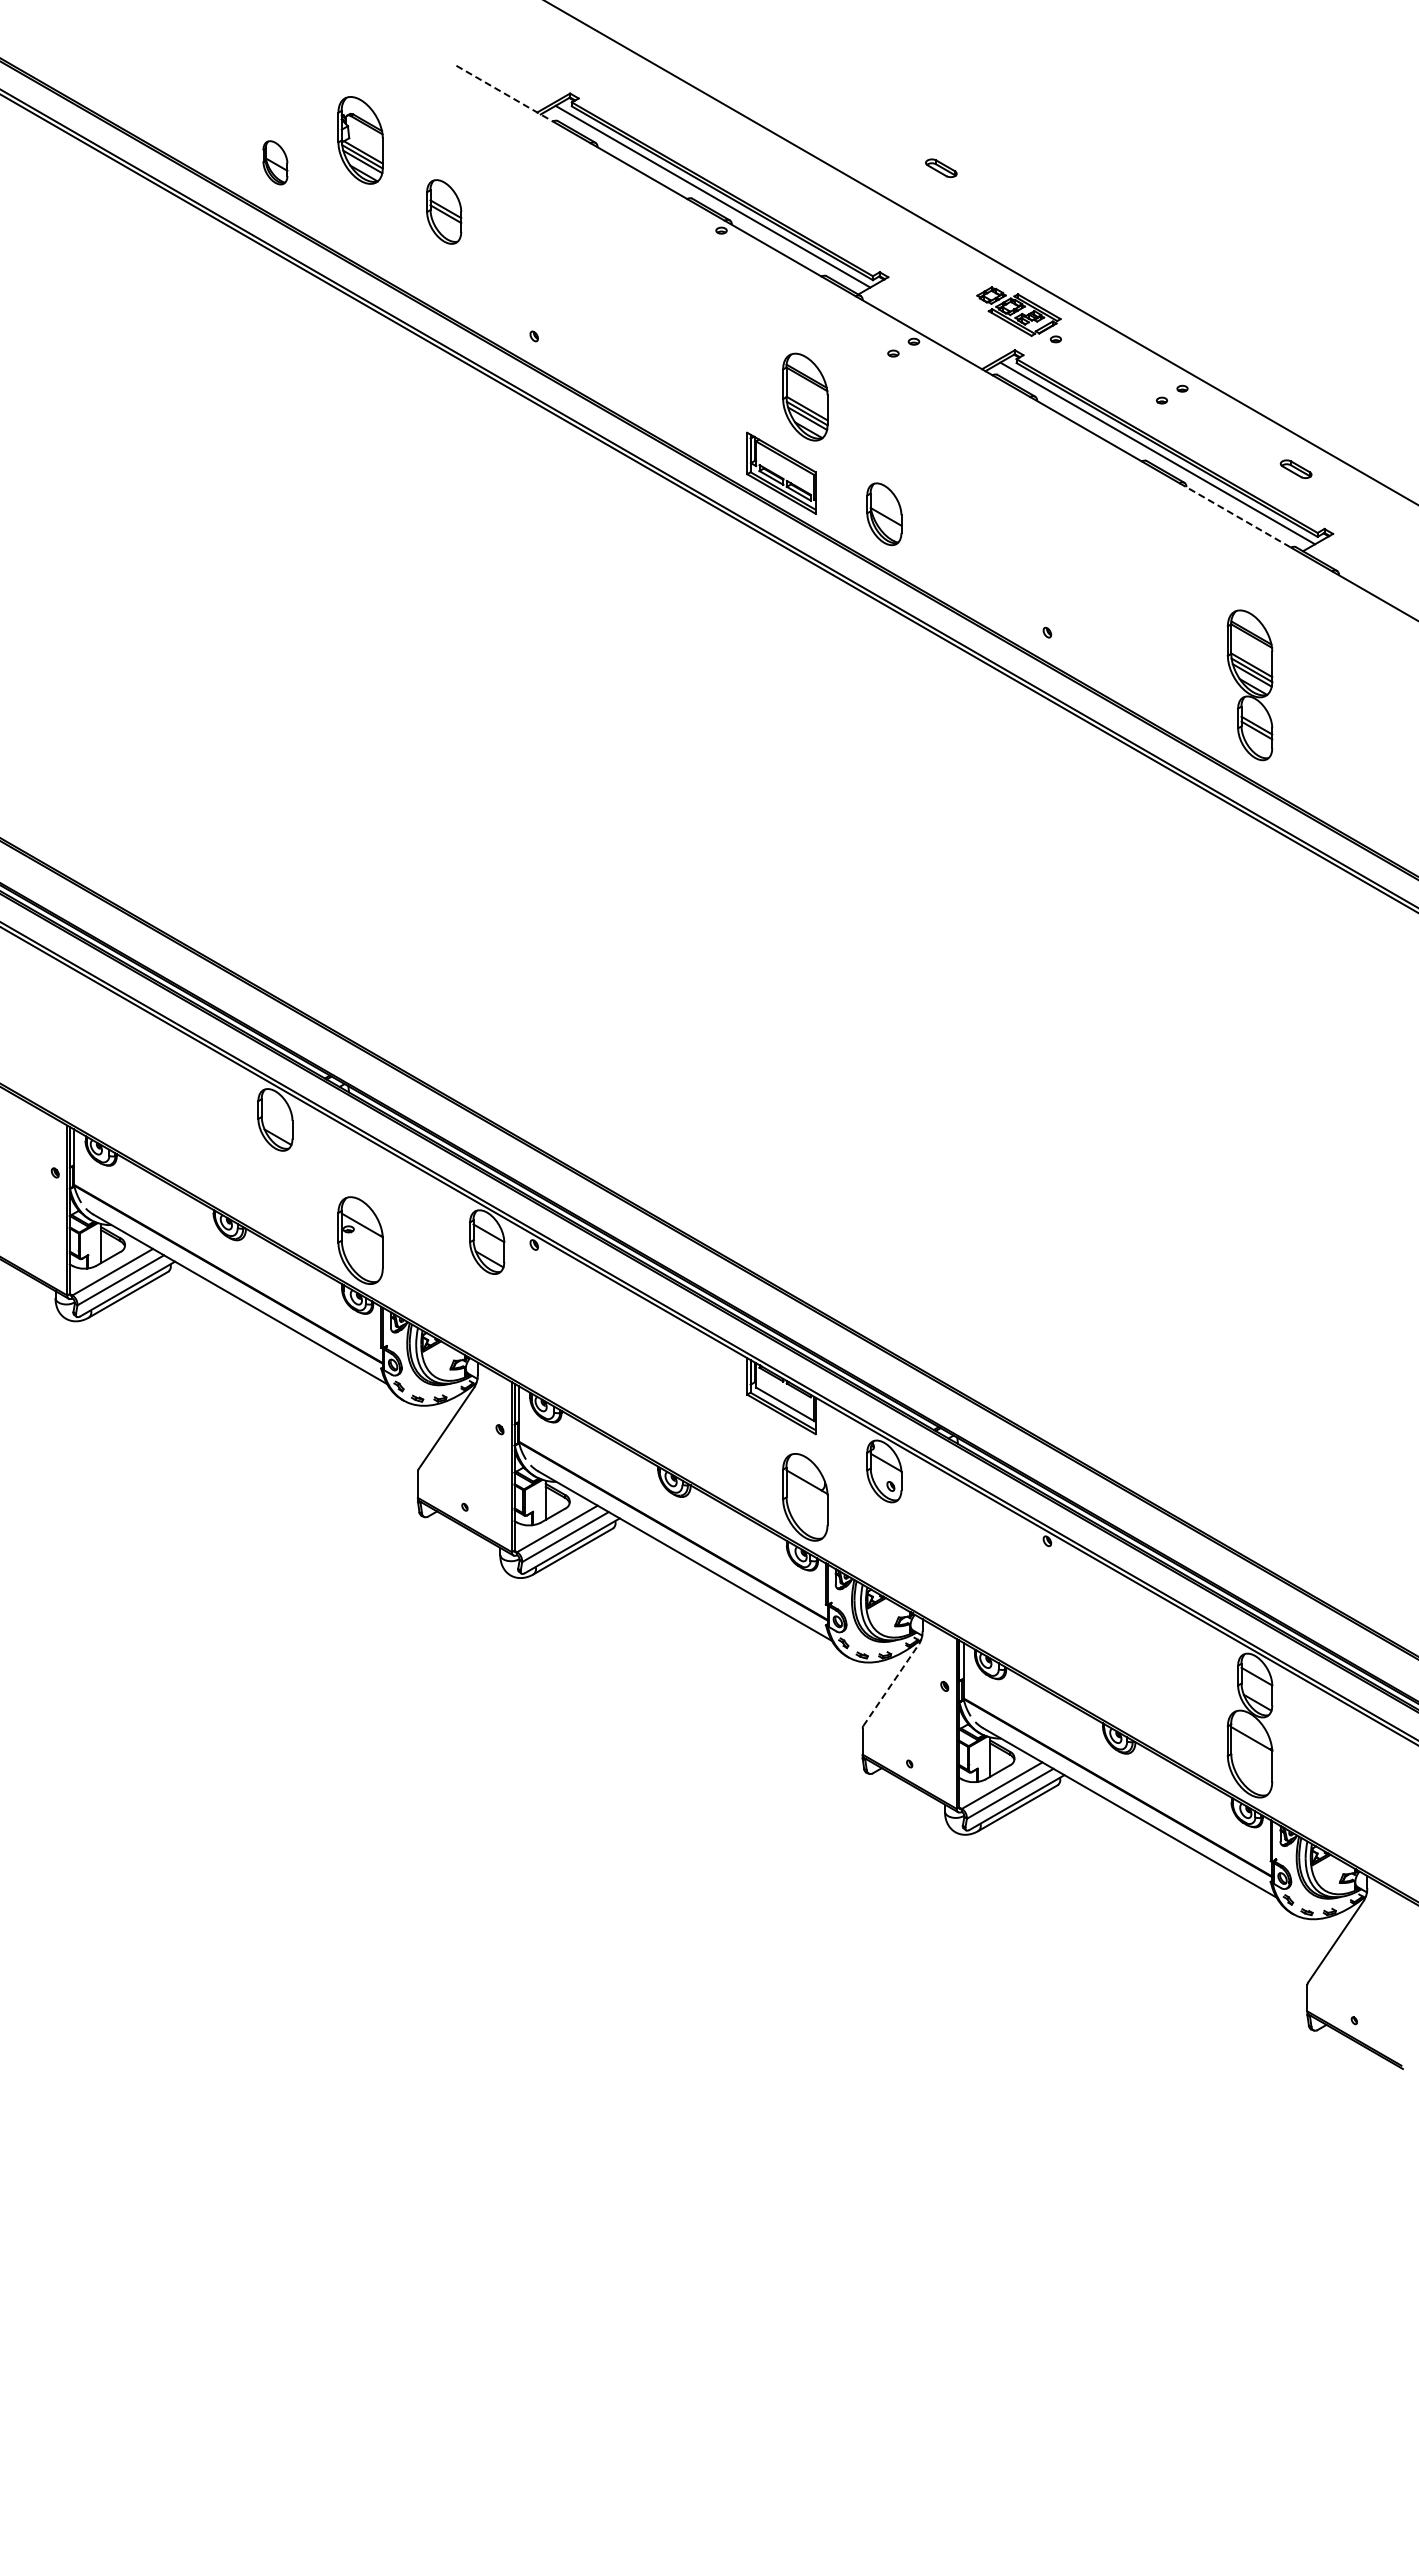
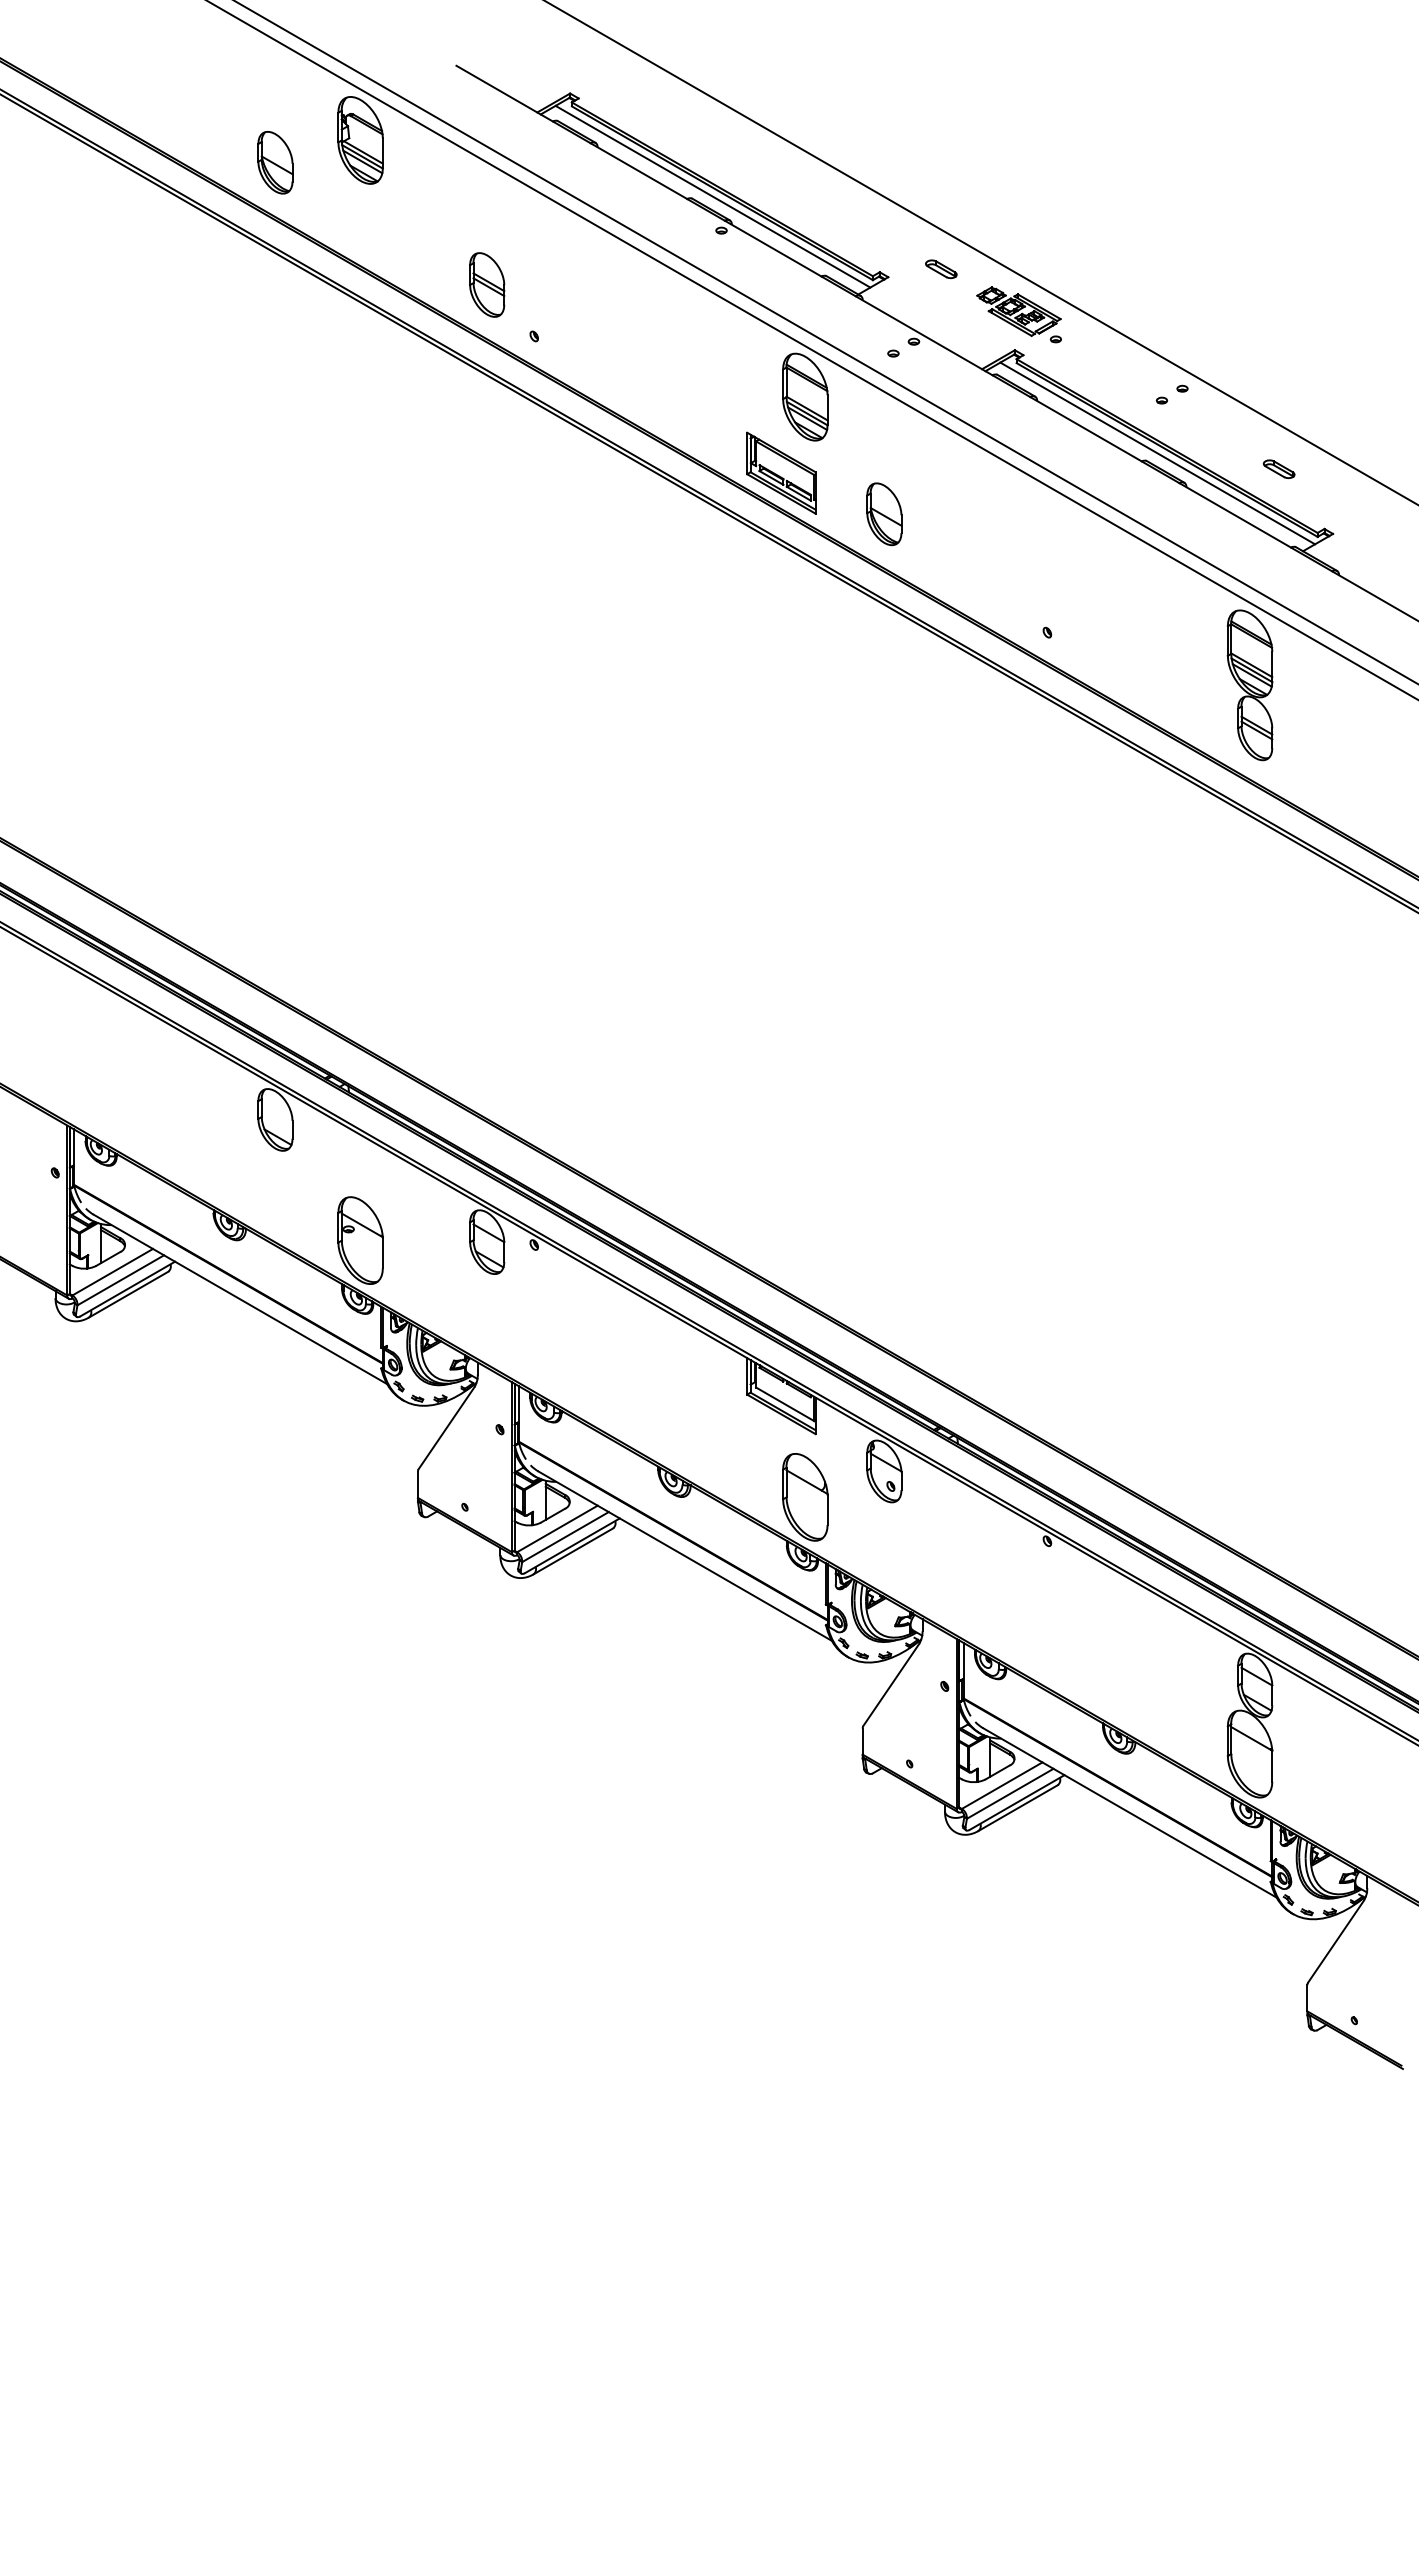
line at (504, 93): dashed -> solid
part at (275, 162) size: 27x46 px -> 37x64 px
part at (941, 168) position: (941, 168) -> (941, 269)
part at (444, 211) position: (444, 211) -> (487, 284)
line at (826, 342): none -> present
line at (812, 350): none -> present
part at (1295, 469) position: (1295, 469) -> (1278, 469)
line at (1235, 515): dashed -> solid
line at (891, 1684): dashed -> solid
